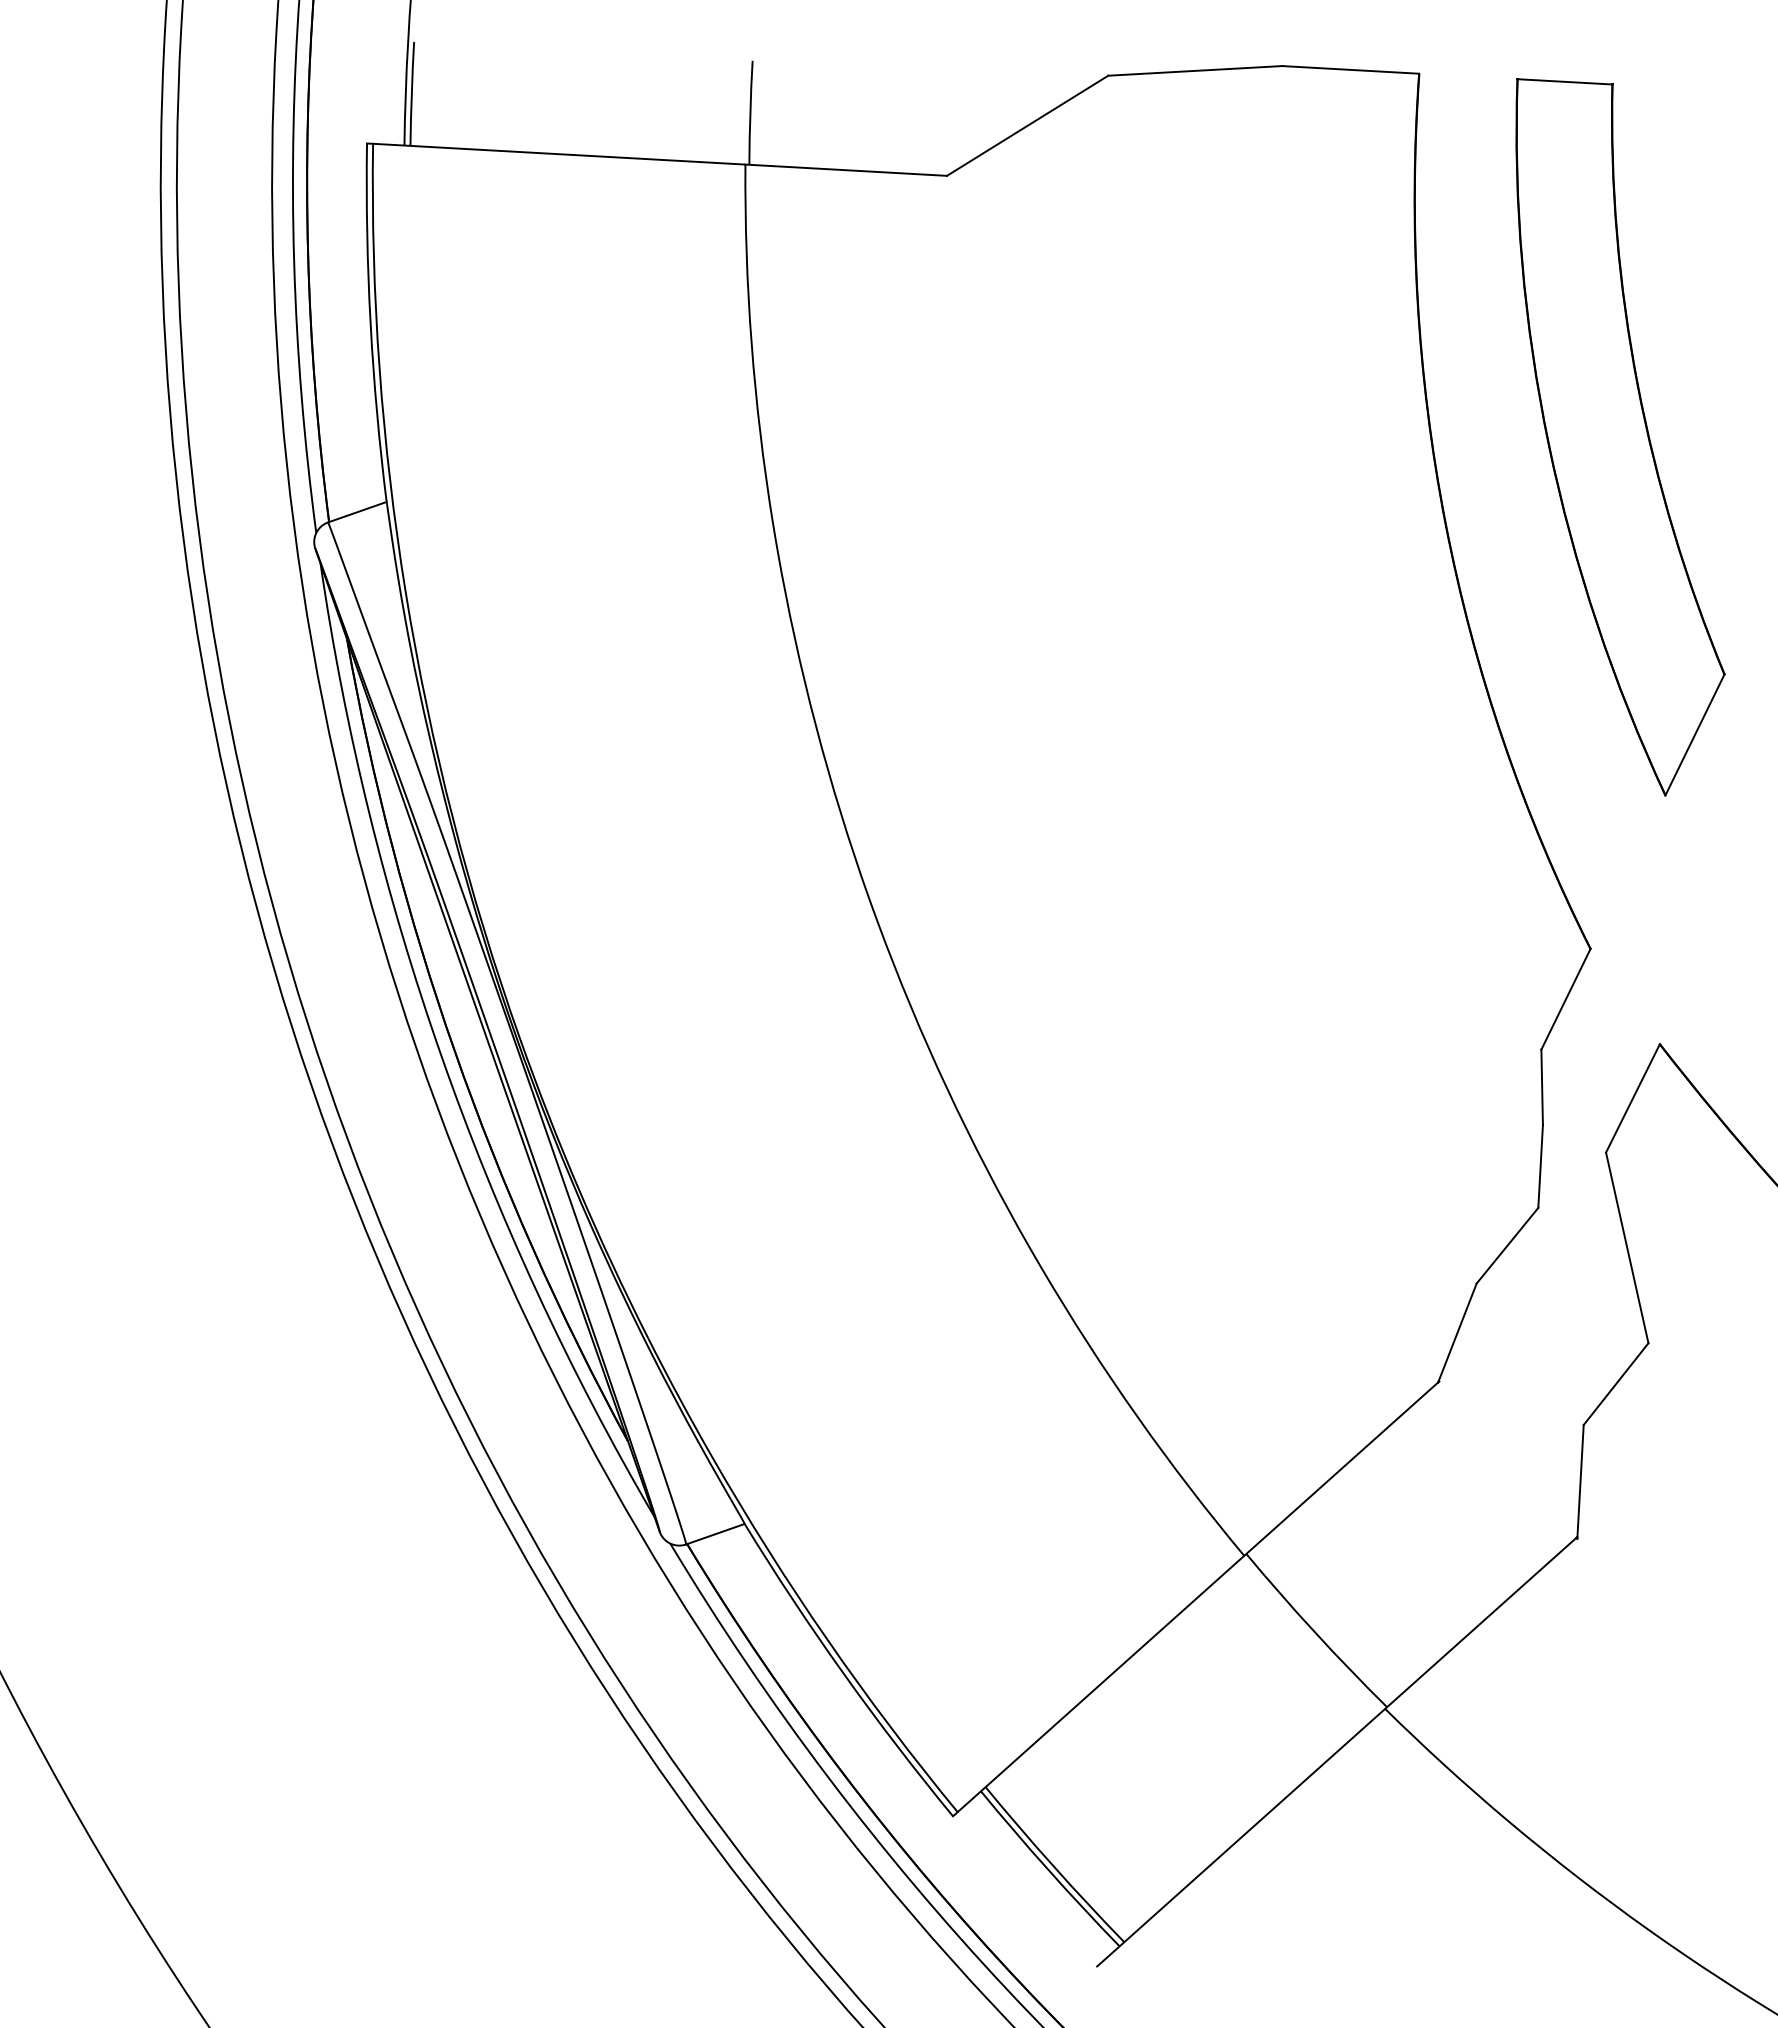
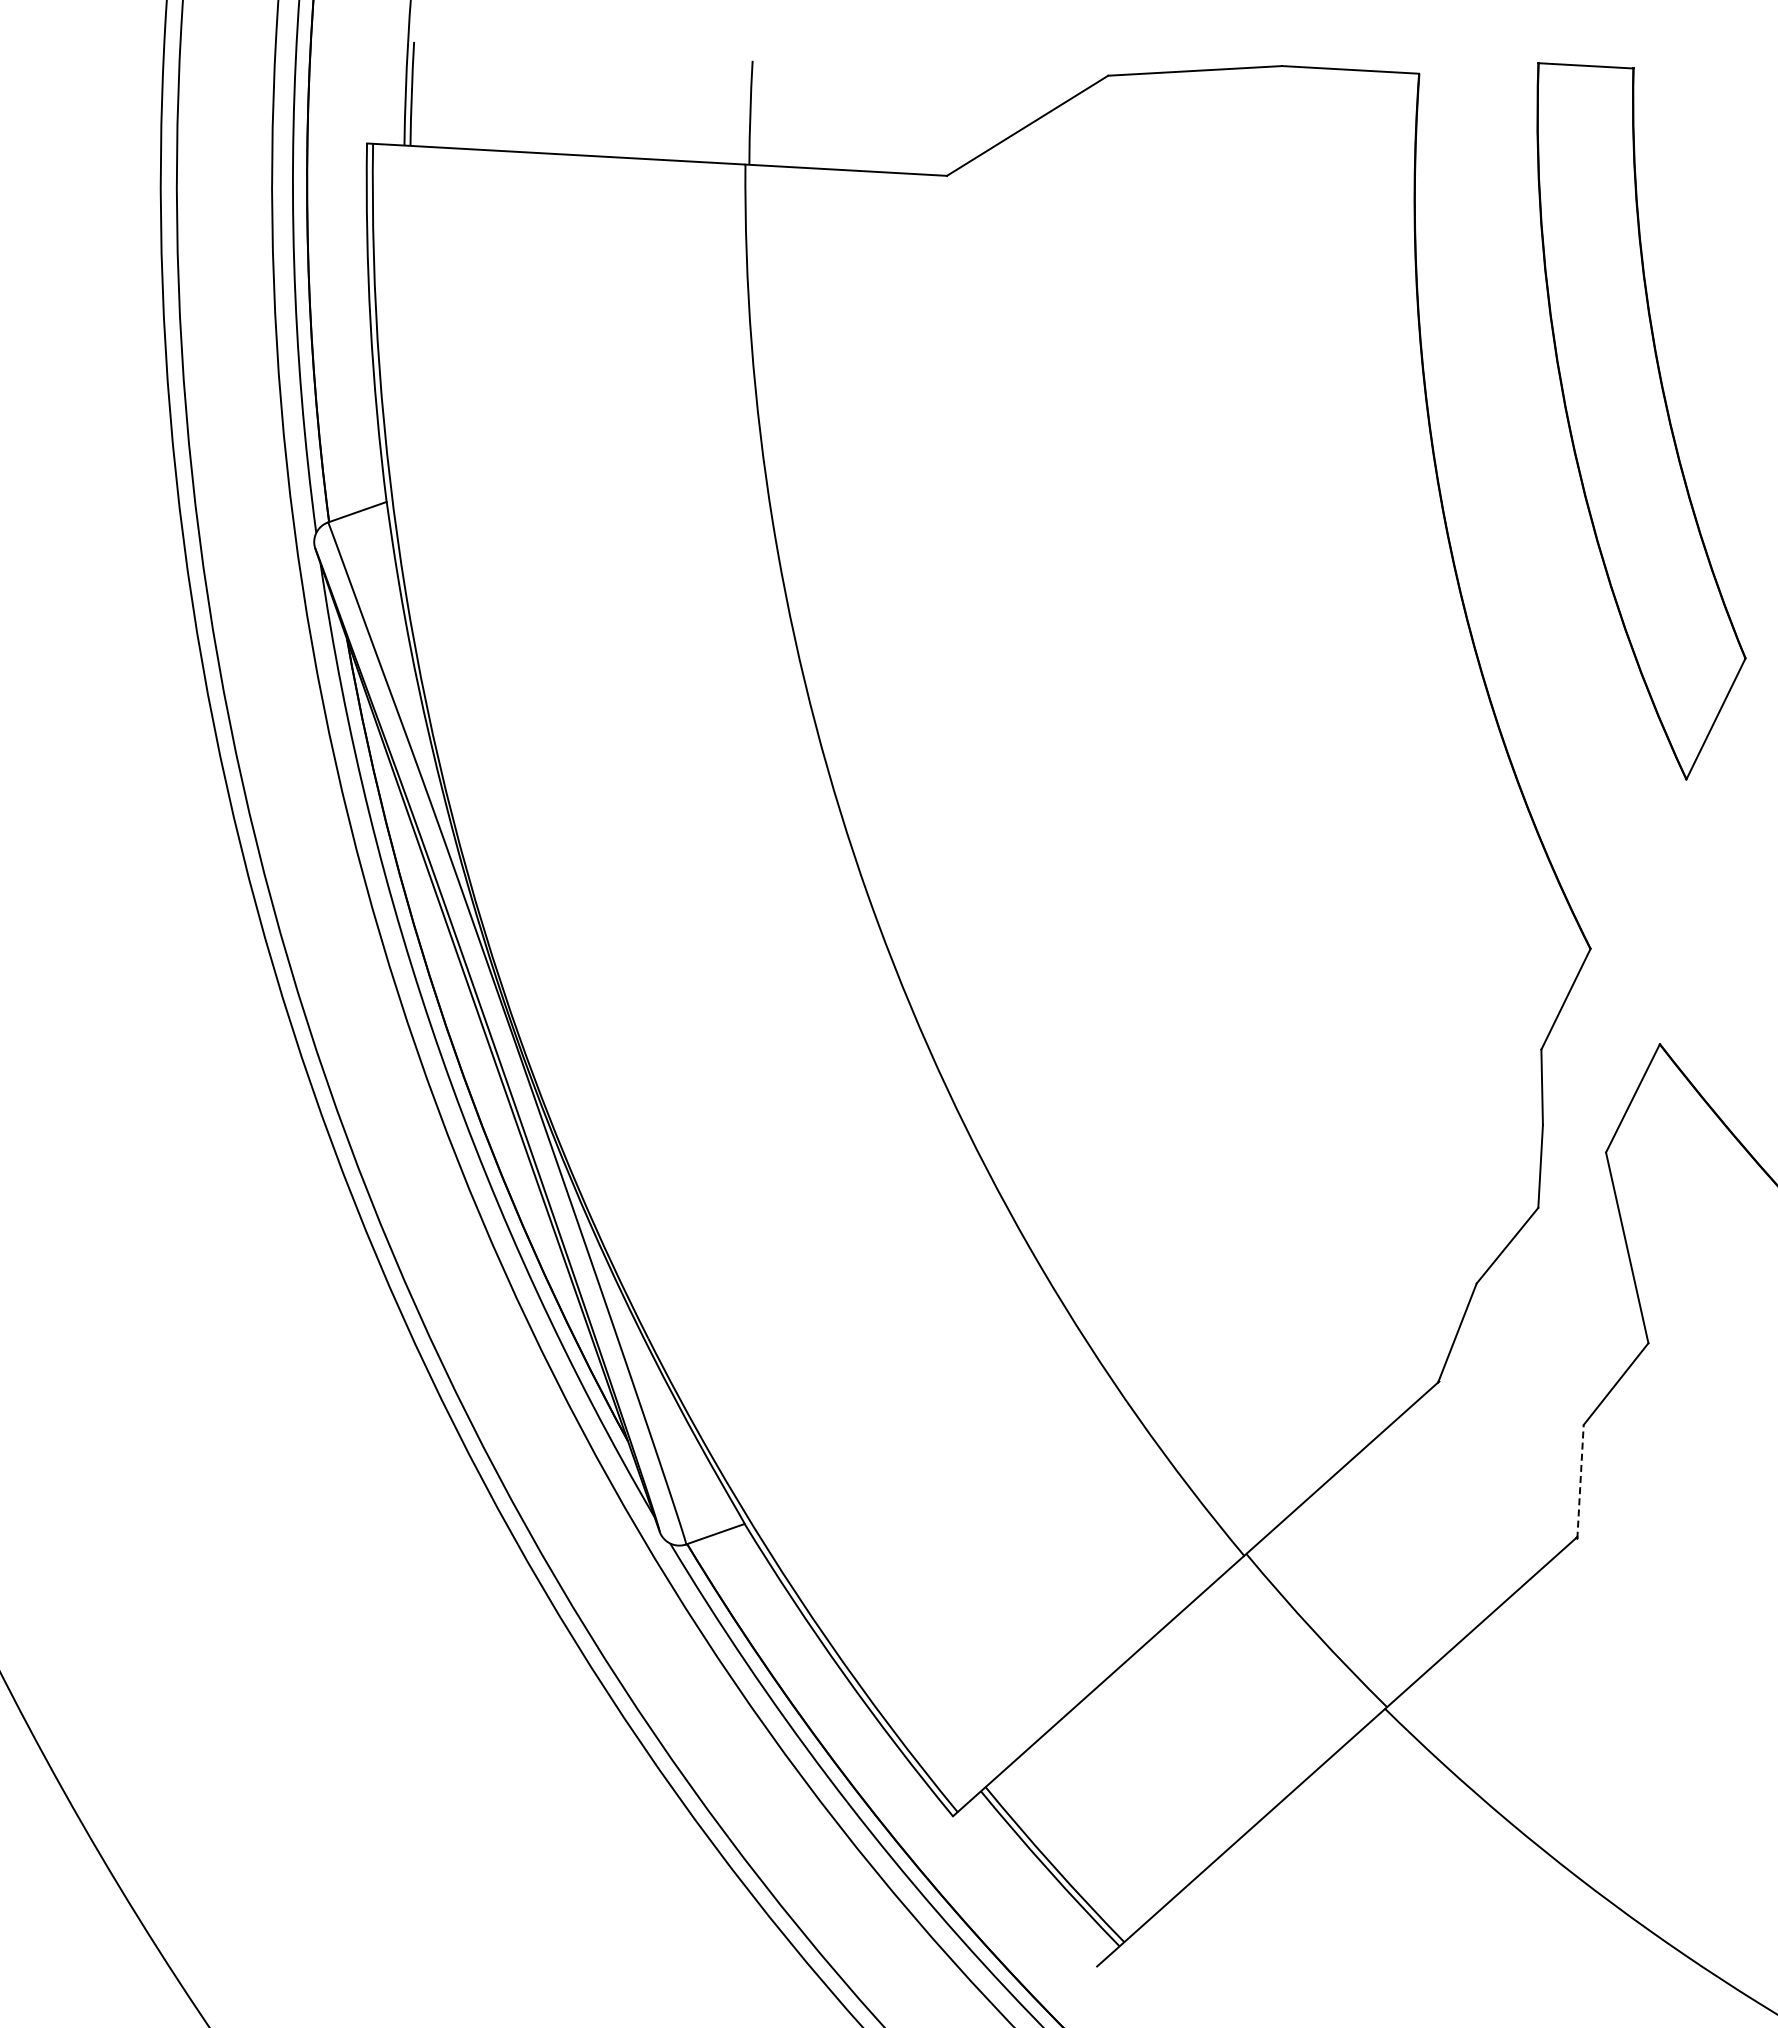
part at (1620, 437) position: (1620, 437) -> (1641, 421)
line at (1580, 1481): solid -> dashed
